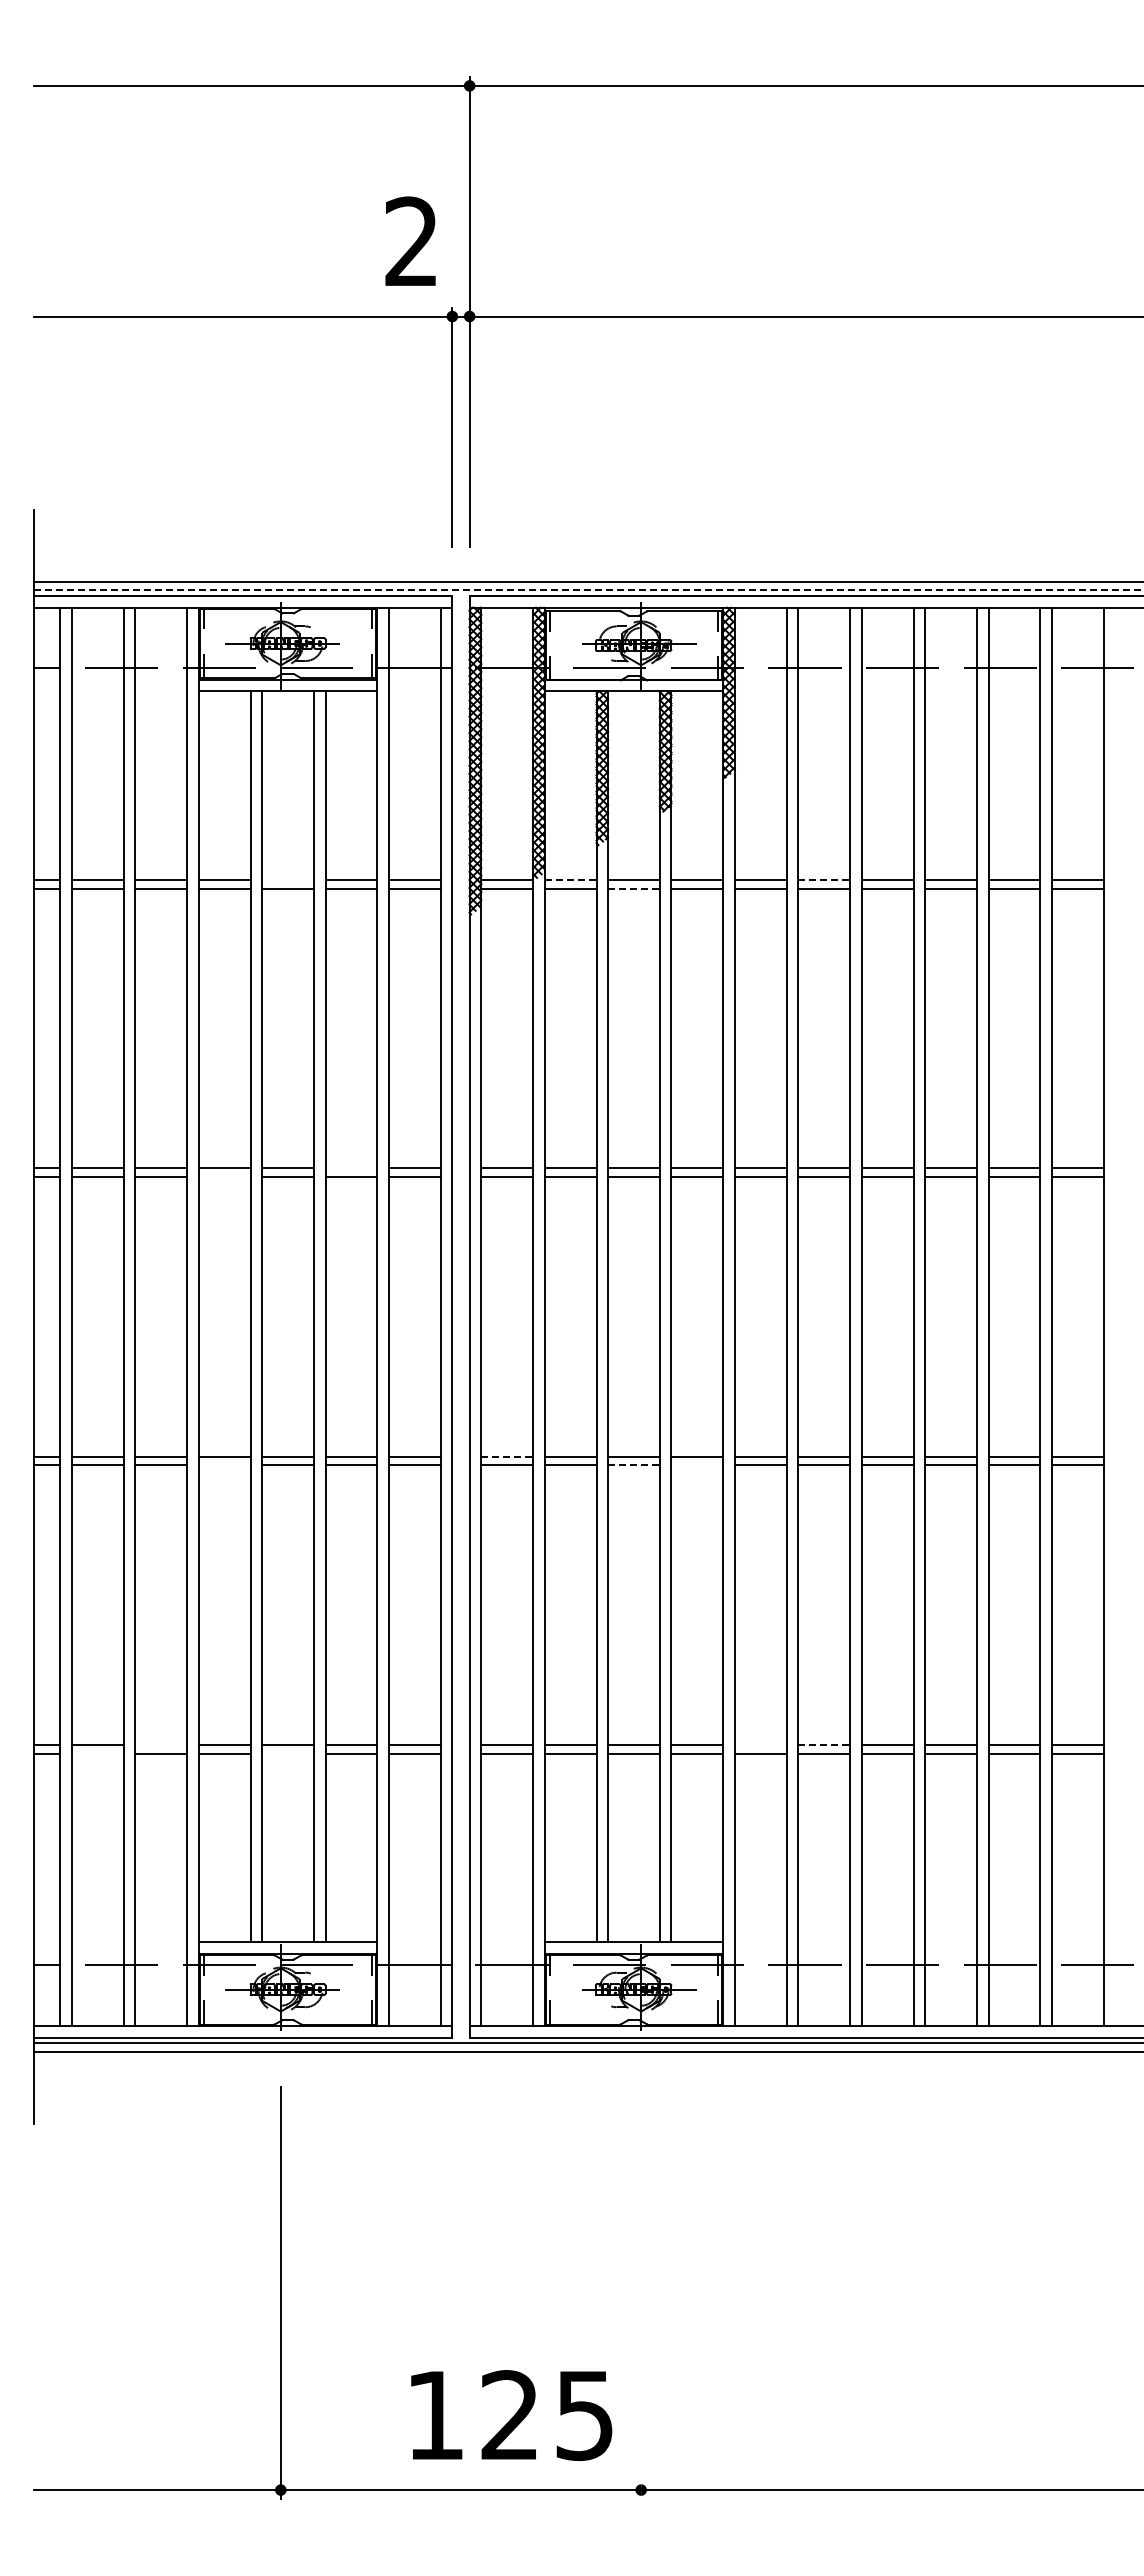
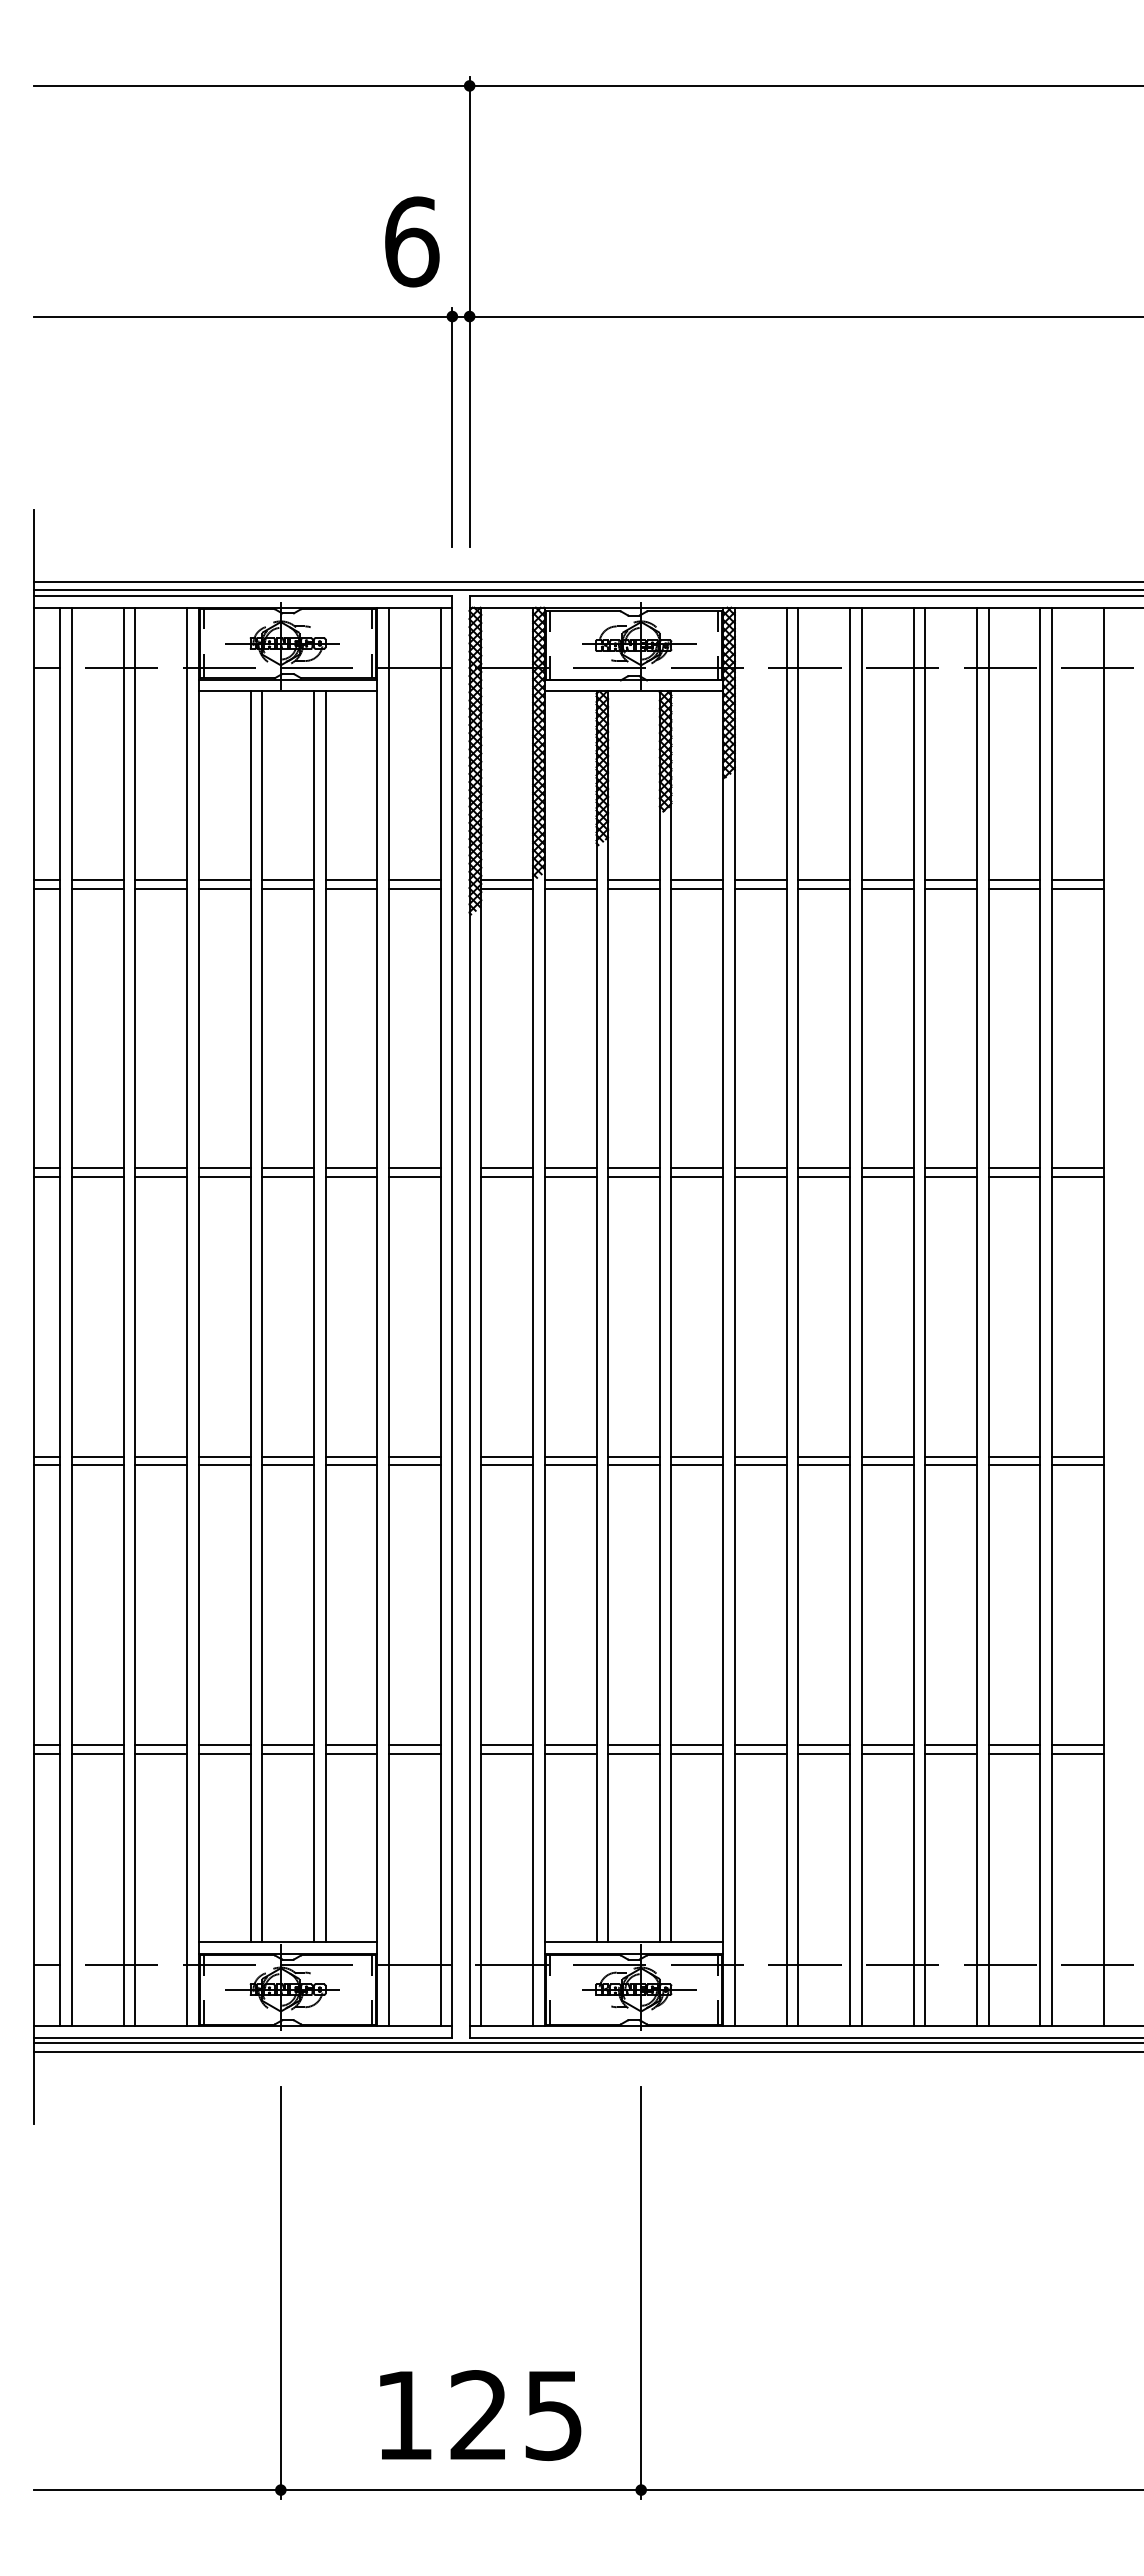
text at (412, 241): 2 -> 6
line at (588, 590): dashed -> solid
line at (288, 880): none -> present
line at (570, 880): dashed -> solid
line at (824, 880): dashed -> solid
line at (633, 888): dashed -> solid
line at (351, 1168): none -> present
line at (224, 1177): none -> present
line at (507, 1456): dashed -> solid
line at (224, 1465): none -> present
line at (633, 1465): dashed -> solid
line at (697, 1465): none -> present
line at (161, 1744): none -> present
line at (760, 1744): none -> present
line at (824, 1744): dashed -> solid
line at (97, 1753): none -> present
line at (288, 1753): none -> present
line at (641, 2292): none -> present
text at (511, 2415) position: (511, 2415) -> (480, 2415)
